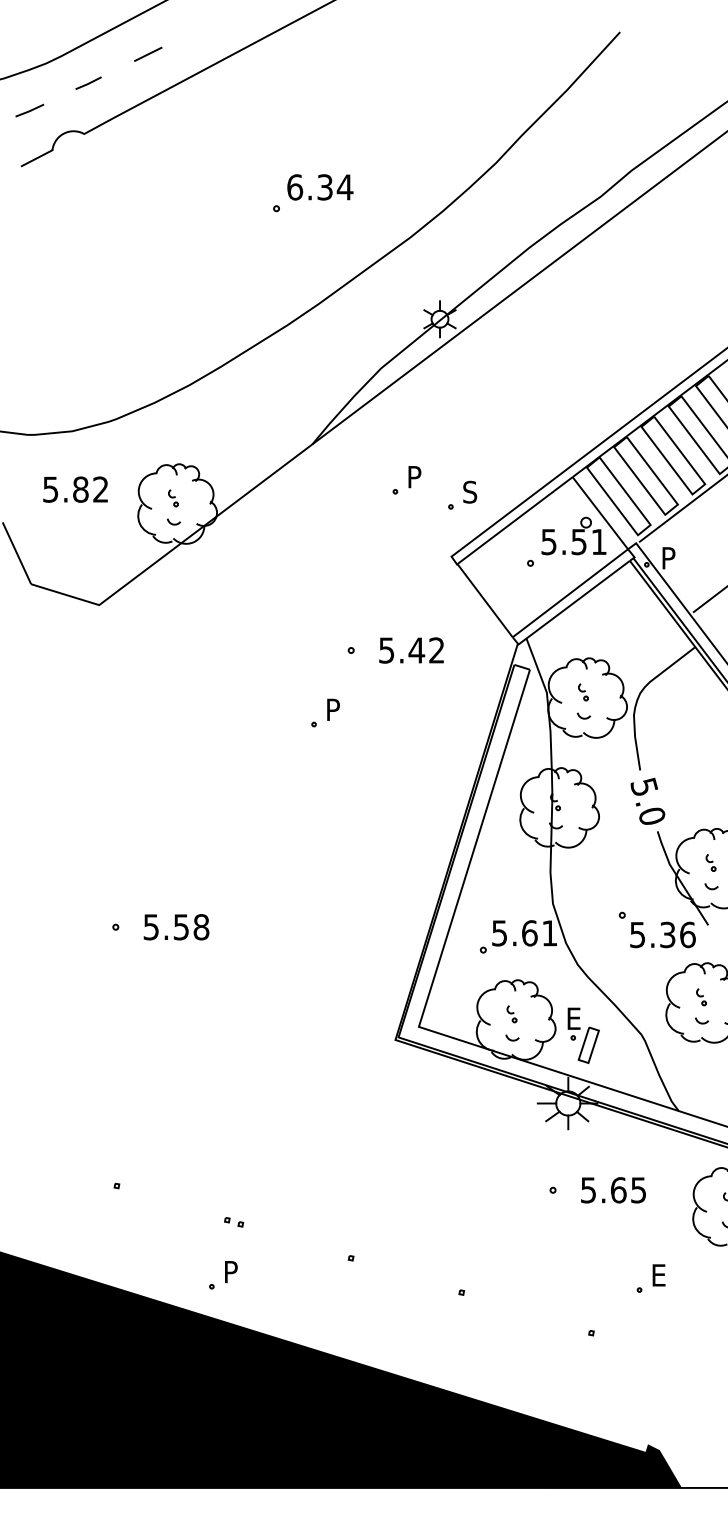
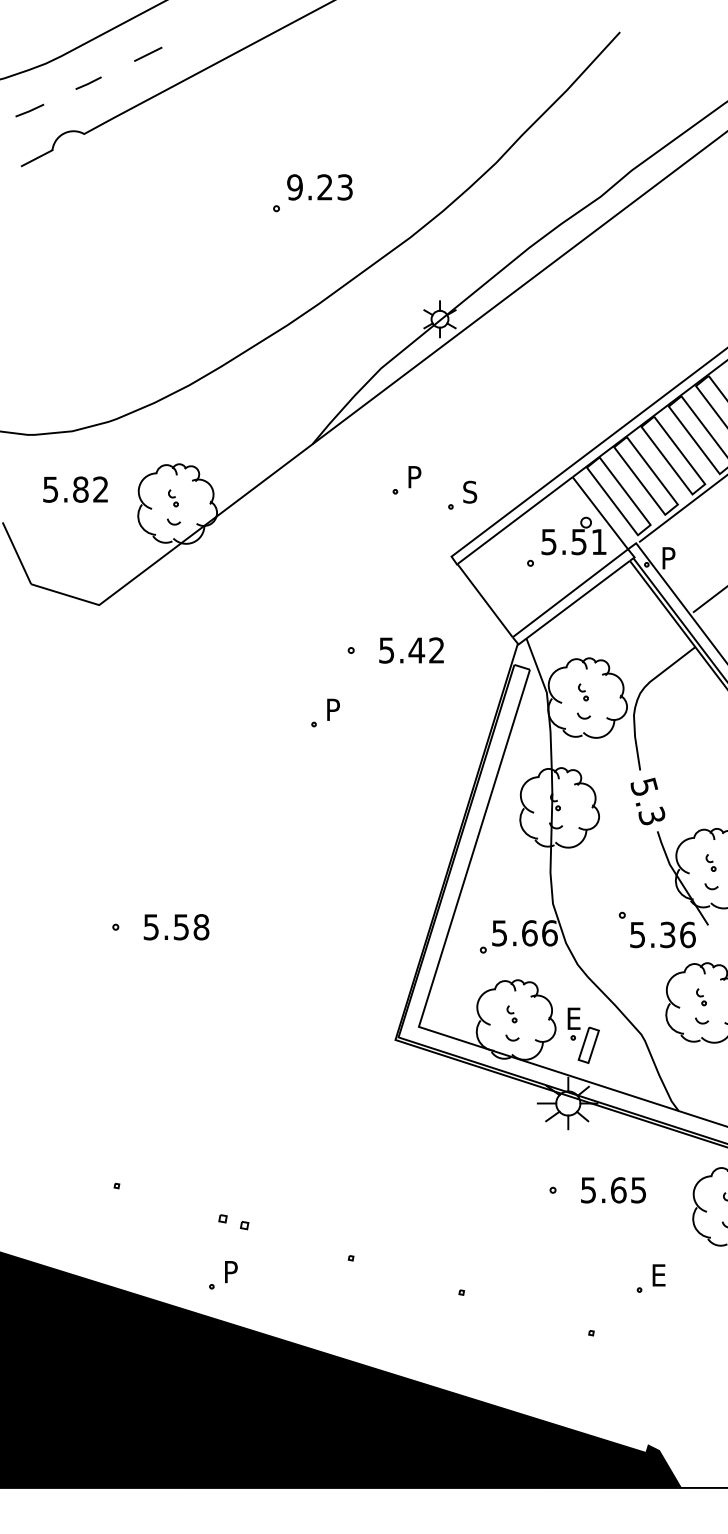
text at (320, 187): 6.34 -> 9.23
text at (651, 815): 5.0 -> 5.3
text at (549, 933): 5.61 -> 5.66
part at (234, 1222) size: 21x11 px -> 32x17 px
